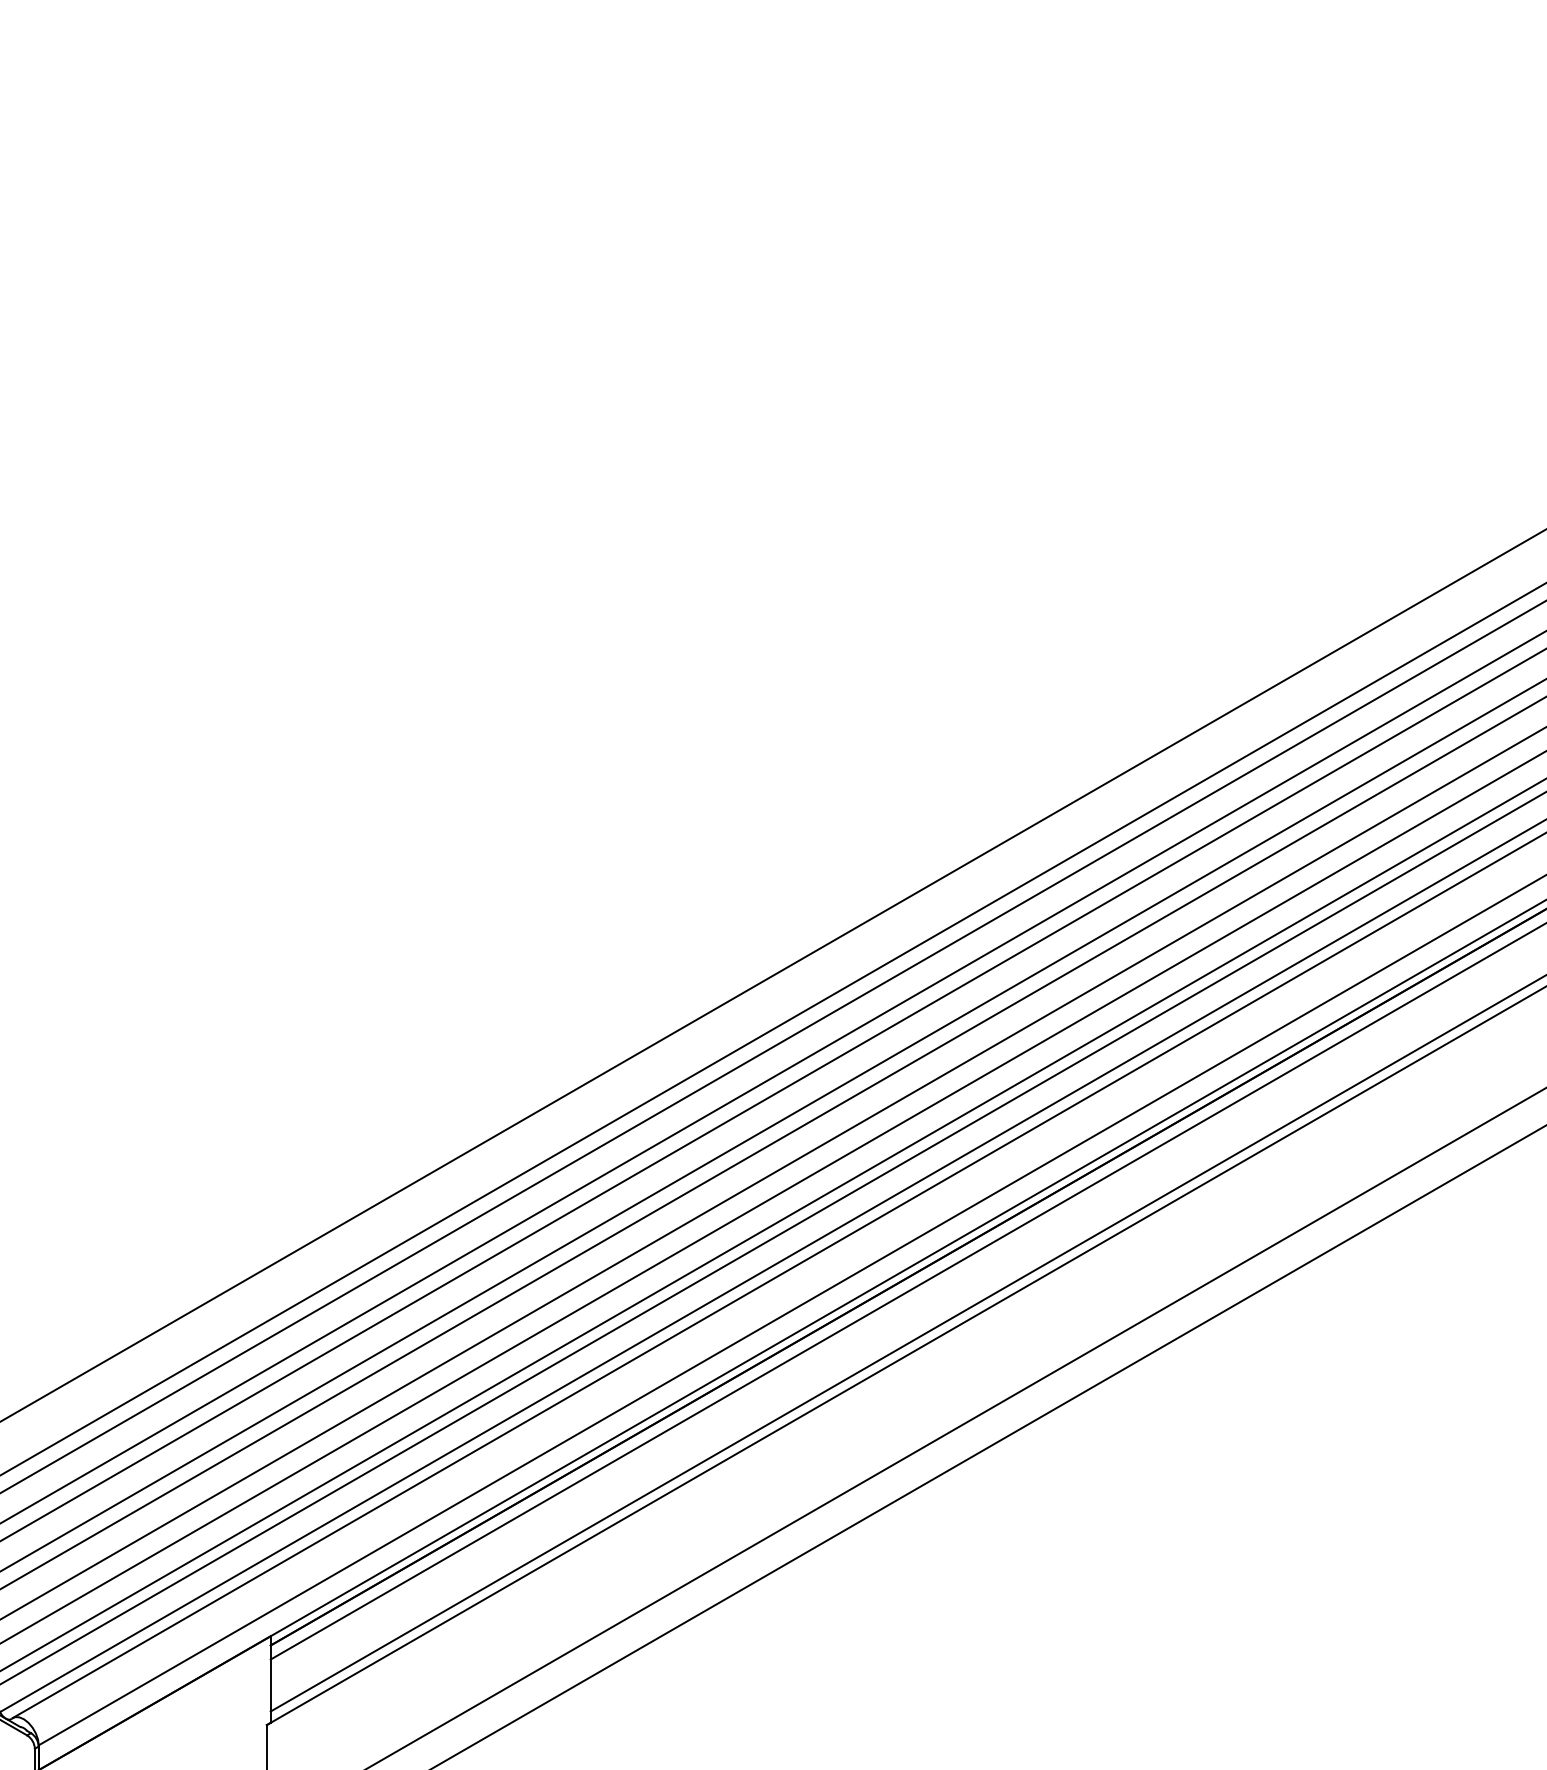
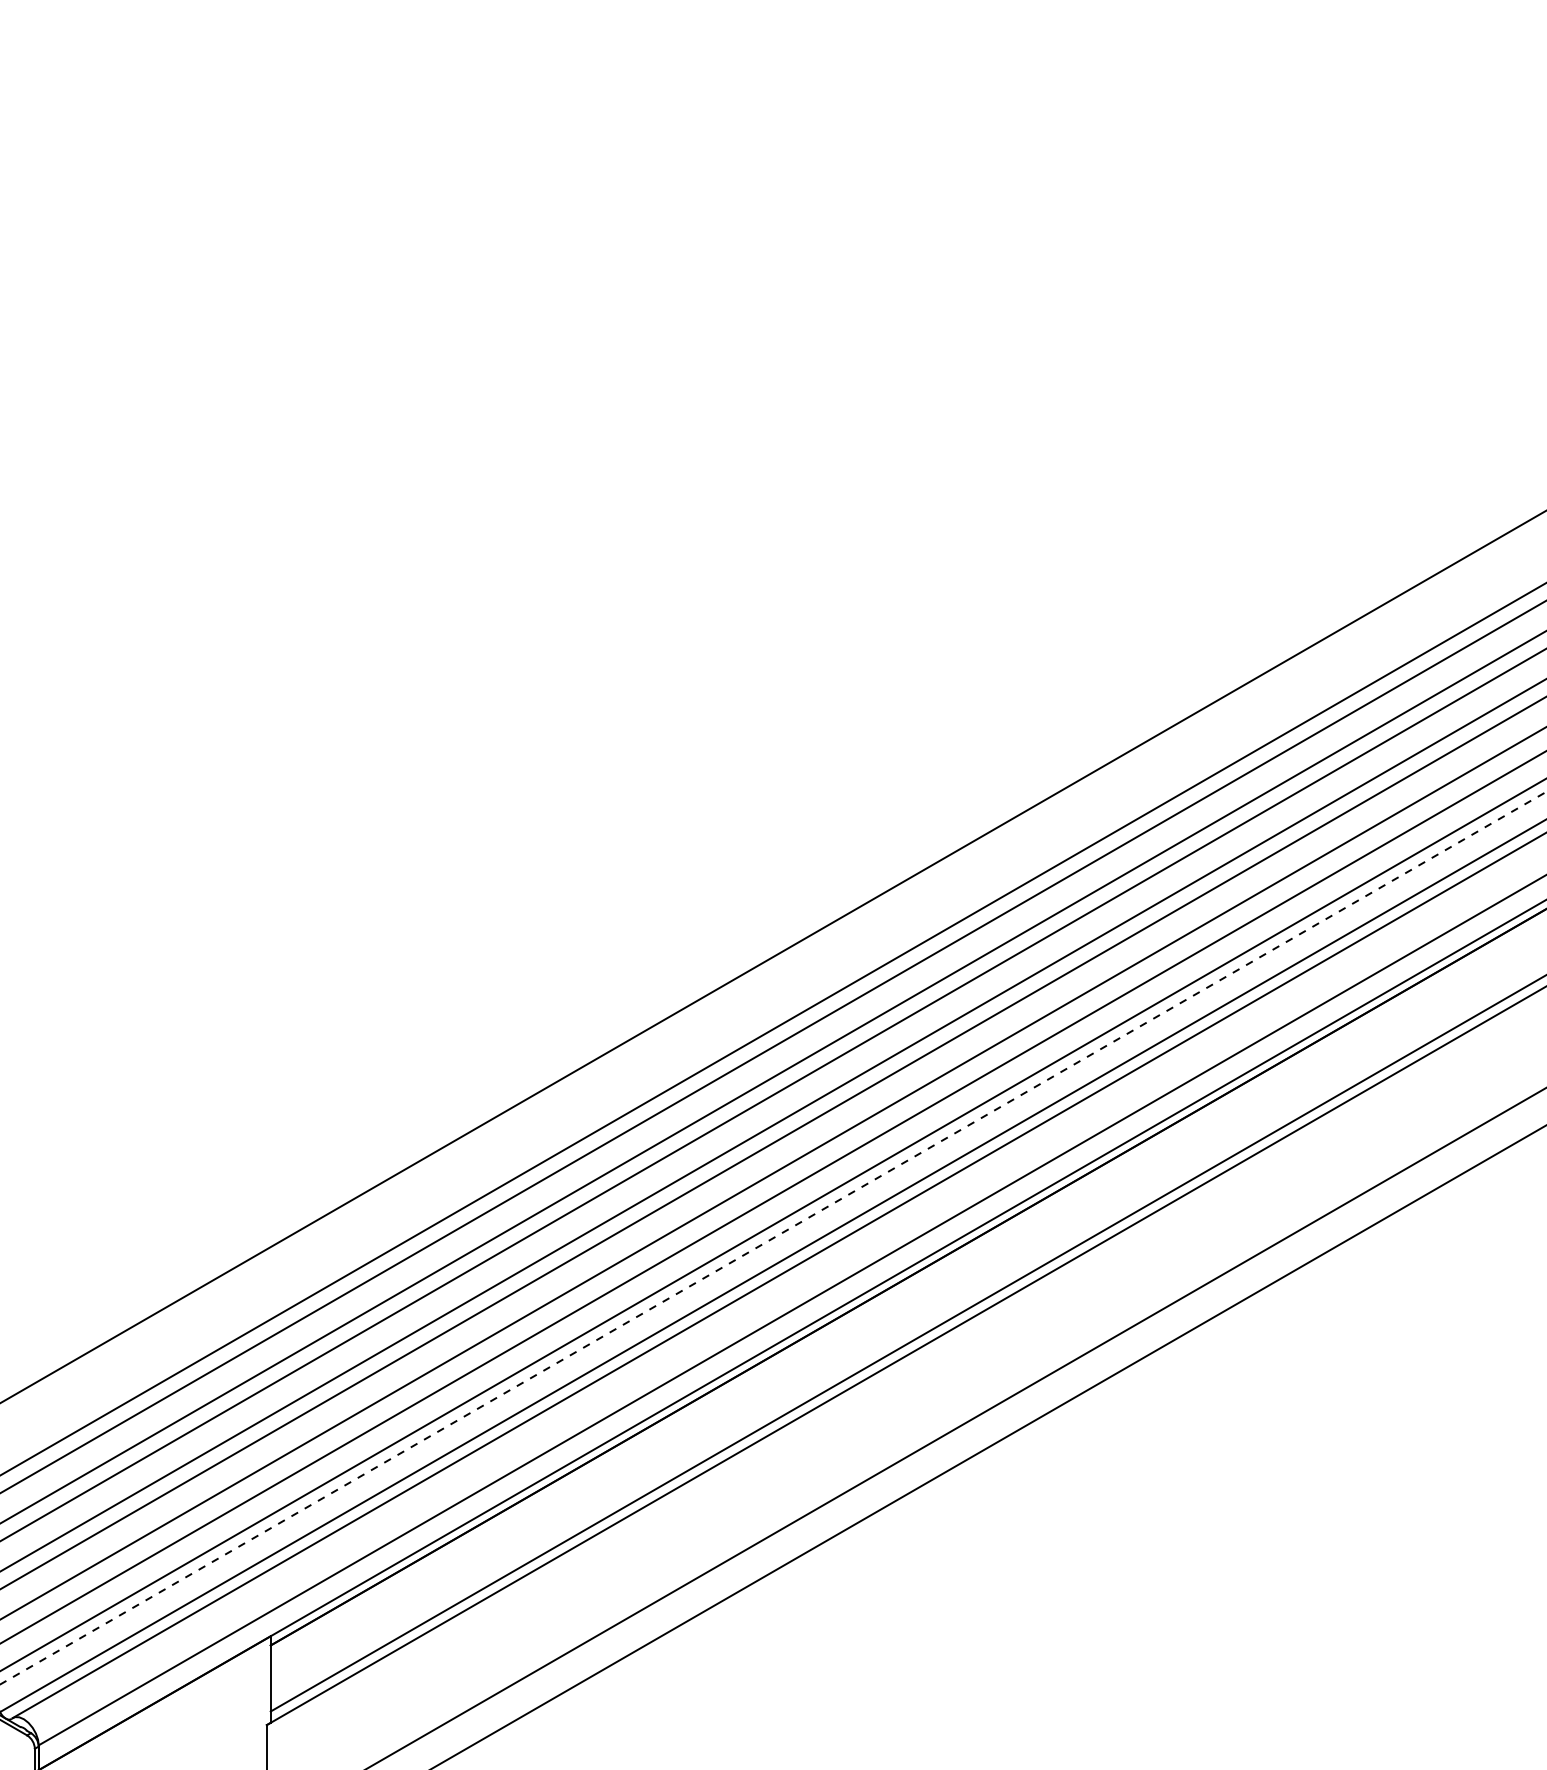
line at (772, 975) position: (772, 975) -> (772, 956)
line at (773, 1238): solid -> dashed
line at (906, 1291): present -> none
